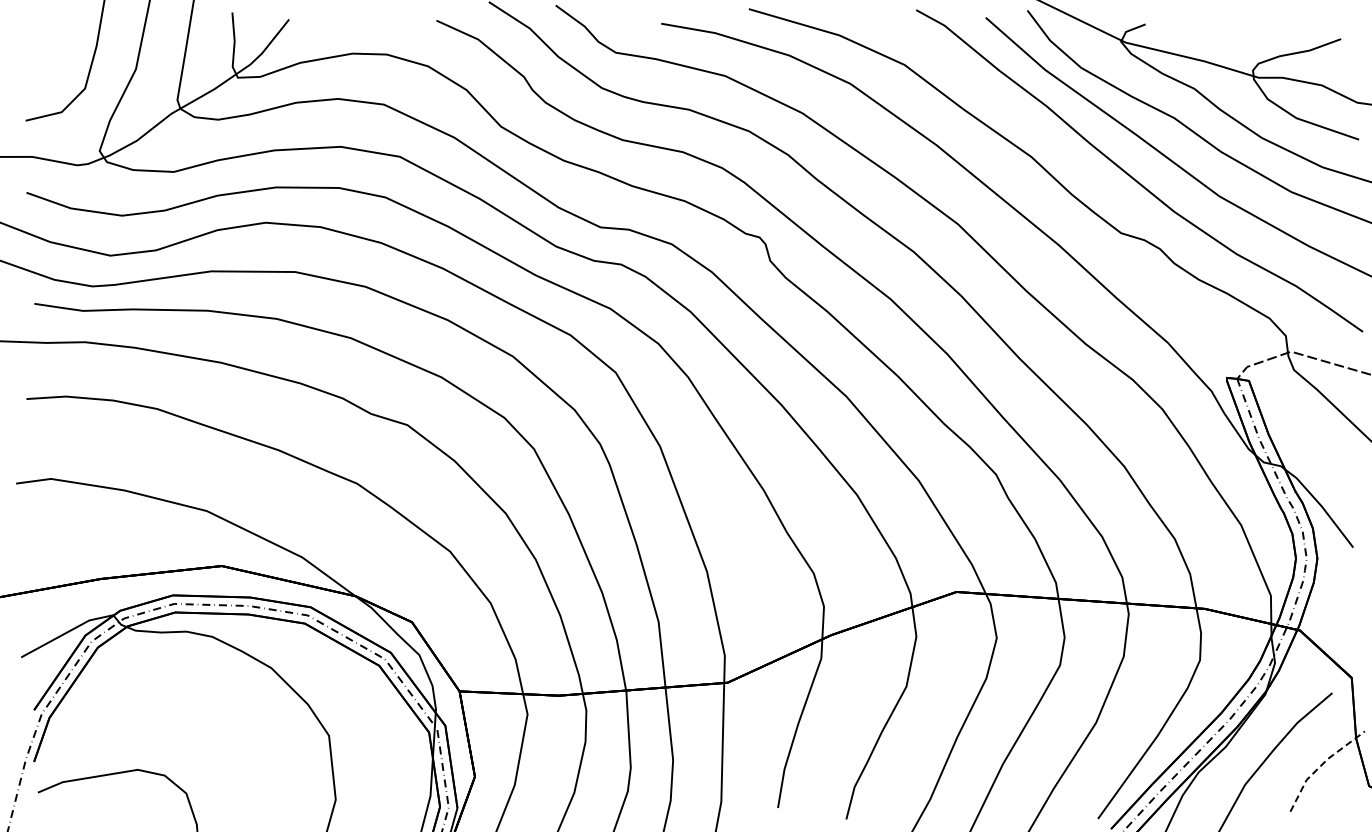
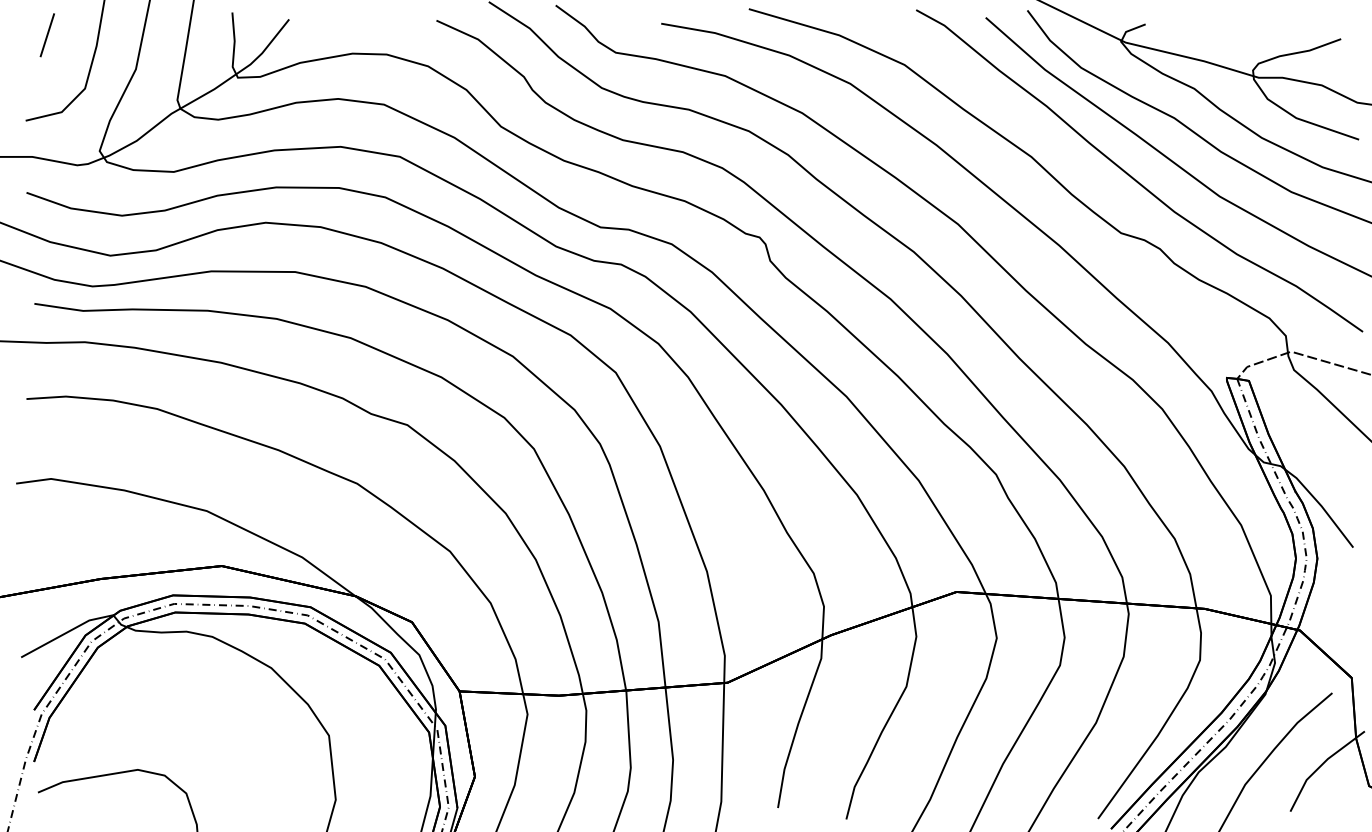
line at (46, 35): none -> present
line at (1321, 765): dashed -> solid
